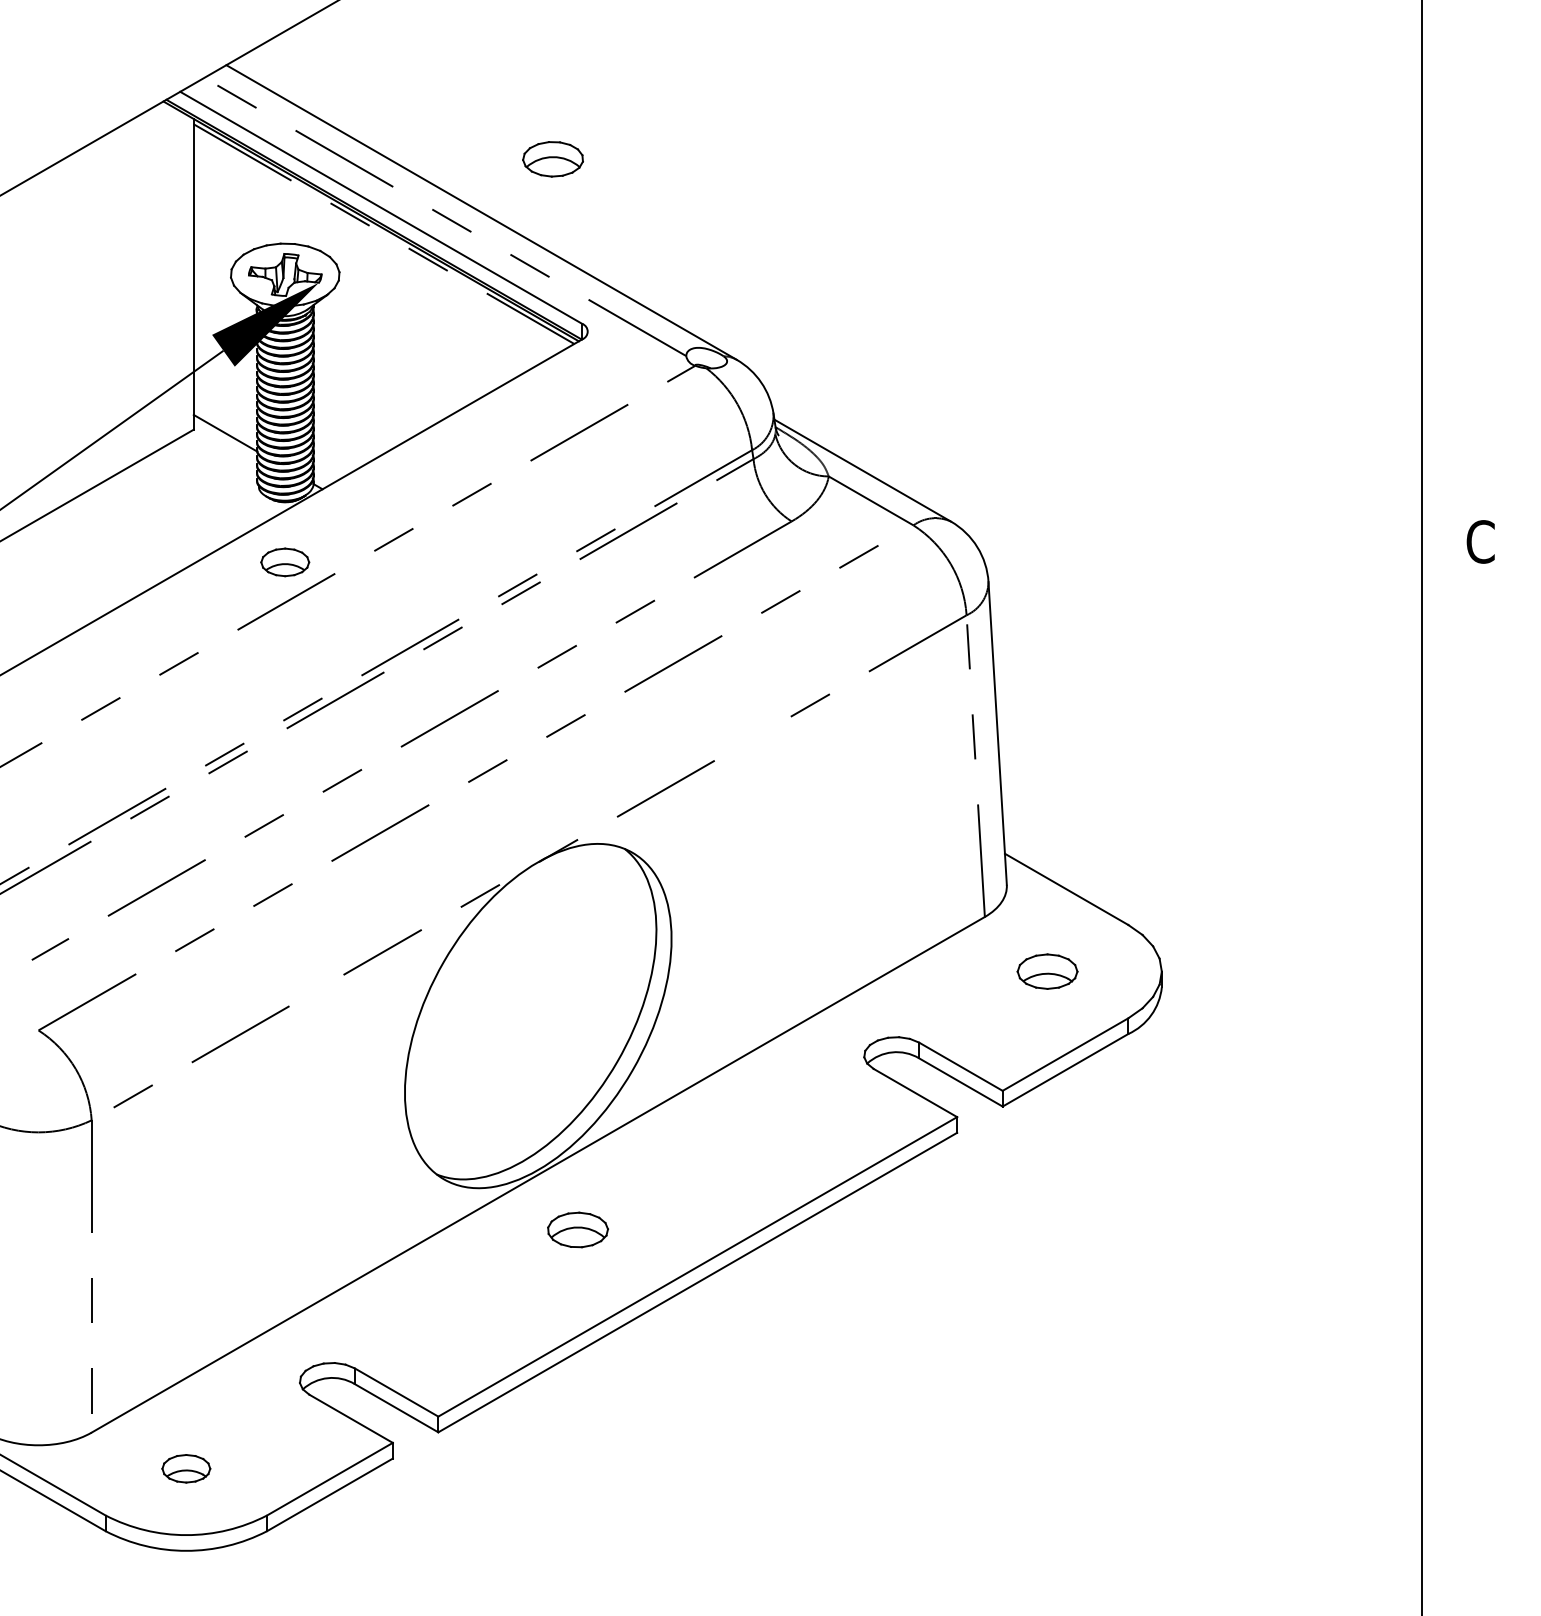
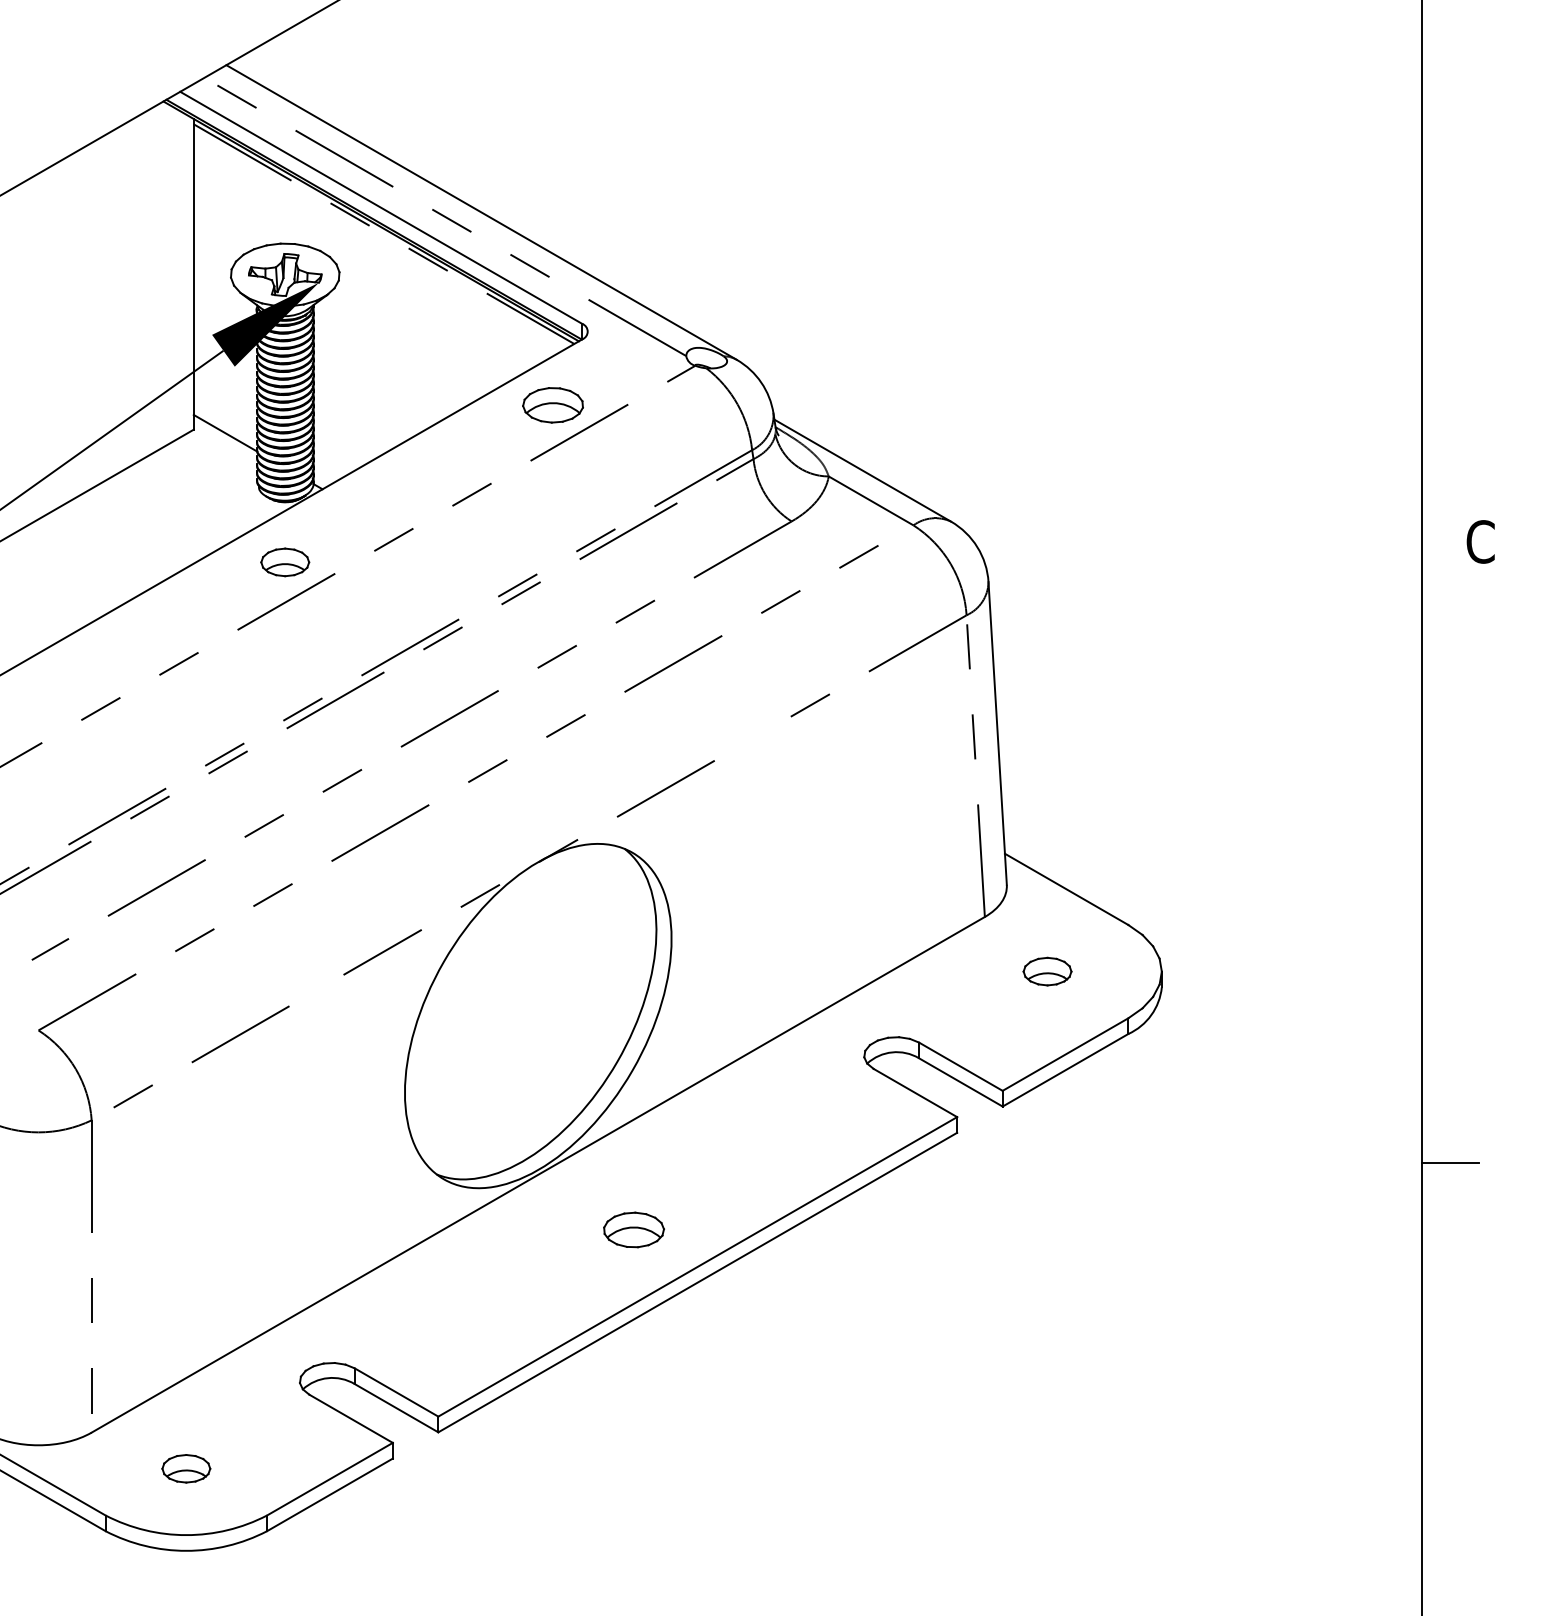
part at (552, 159) position: (552, 159) -> (552, 405)
part at (1047, 971) size: 63x37 px -> 51x31 px
line at (1450, 1162): none -> present
part at (577, 1229) position: (577, 1229) -> (633, 1229)
